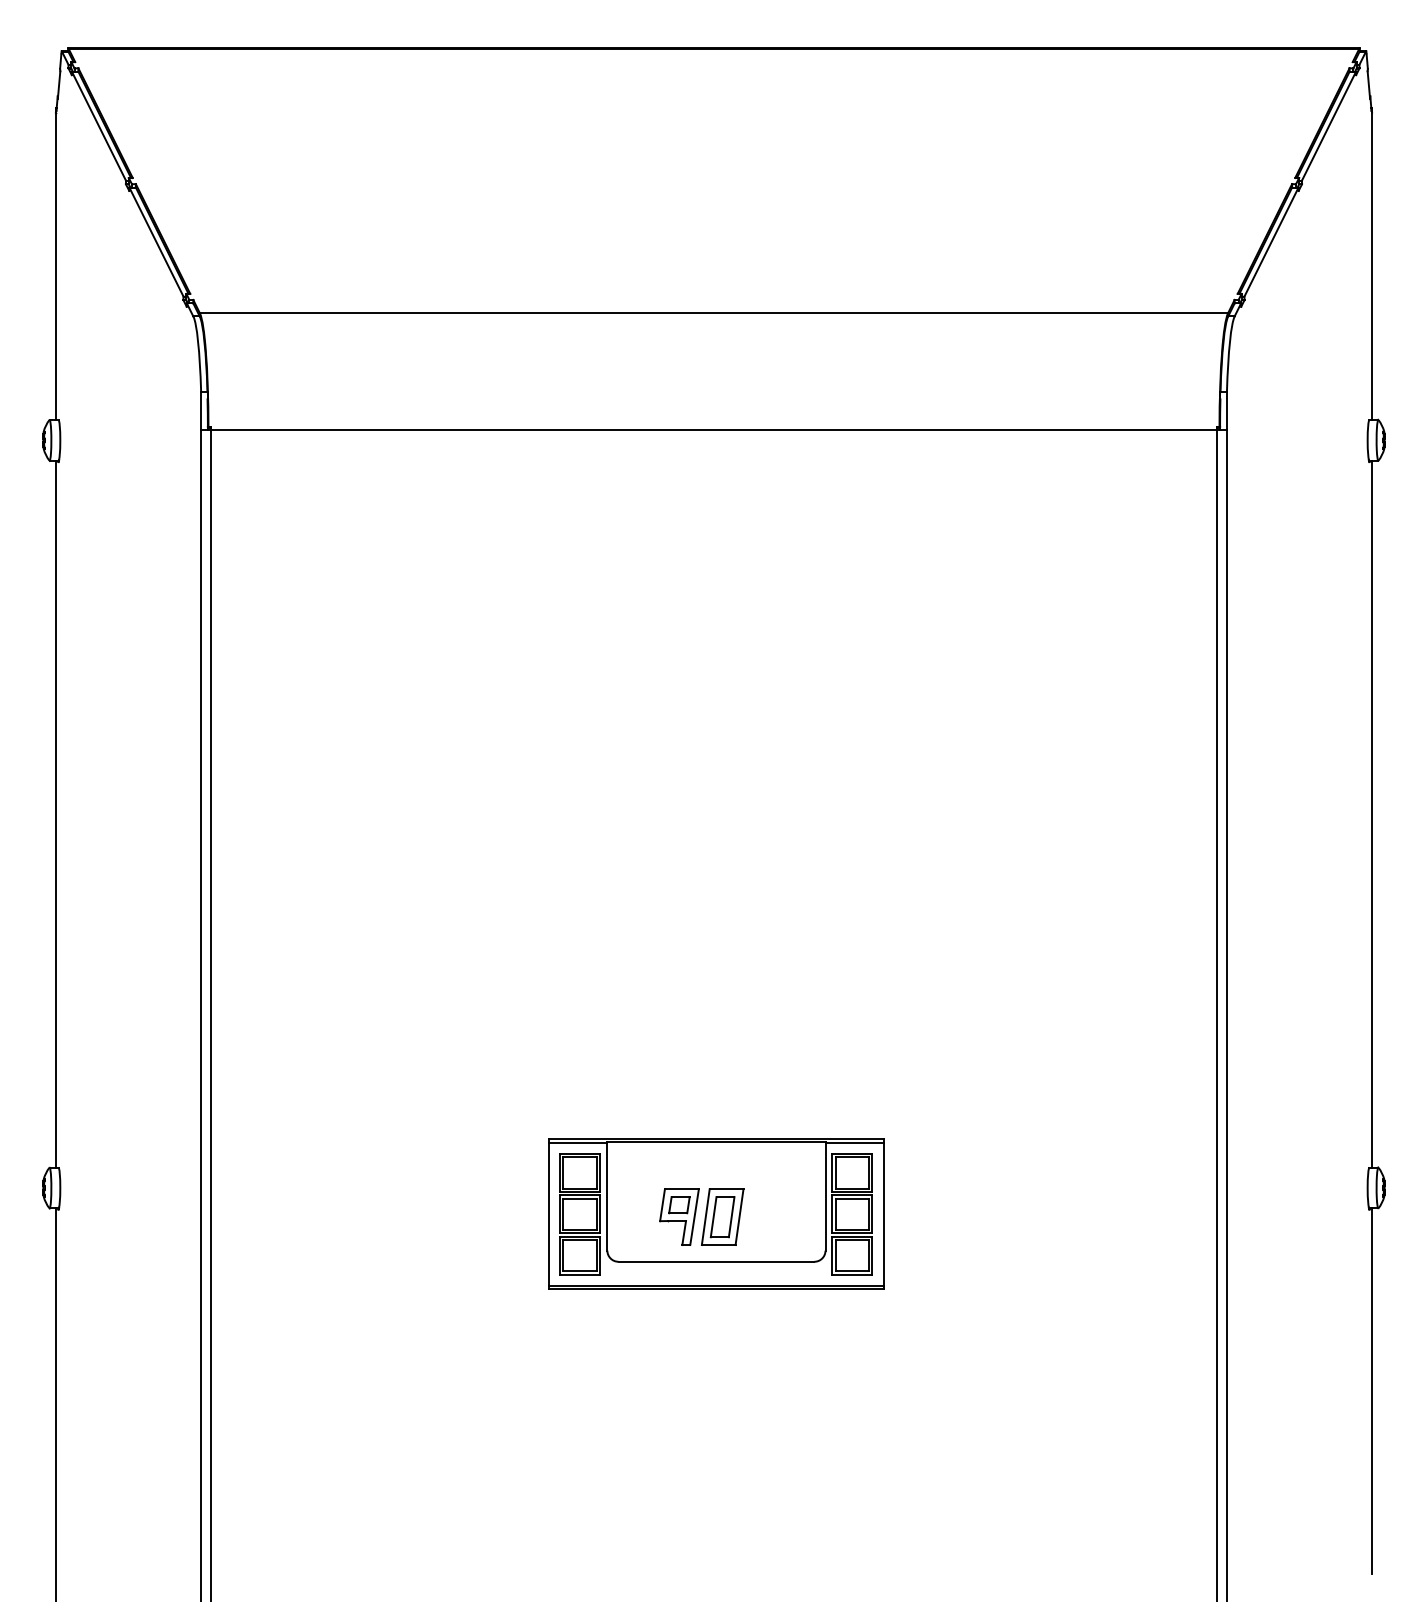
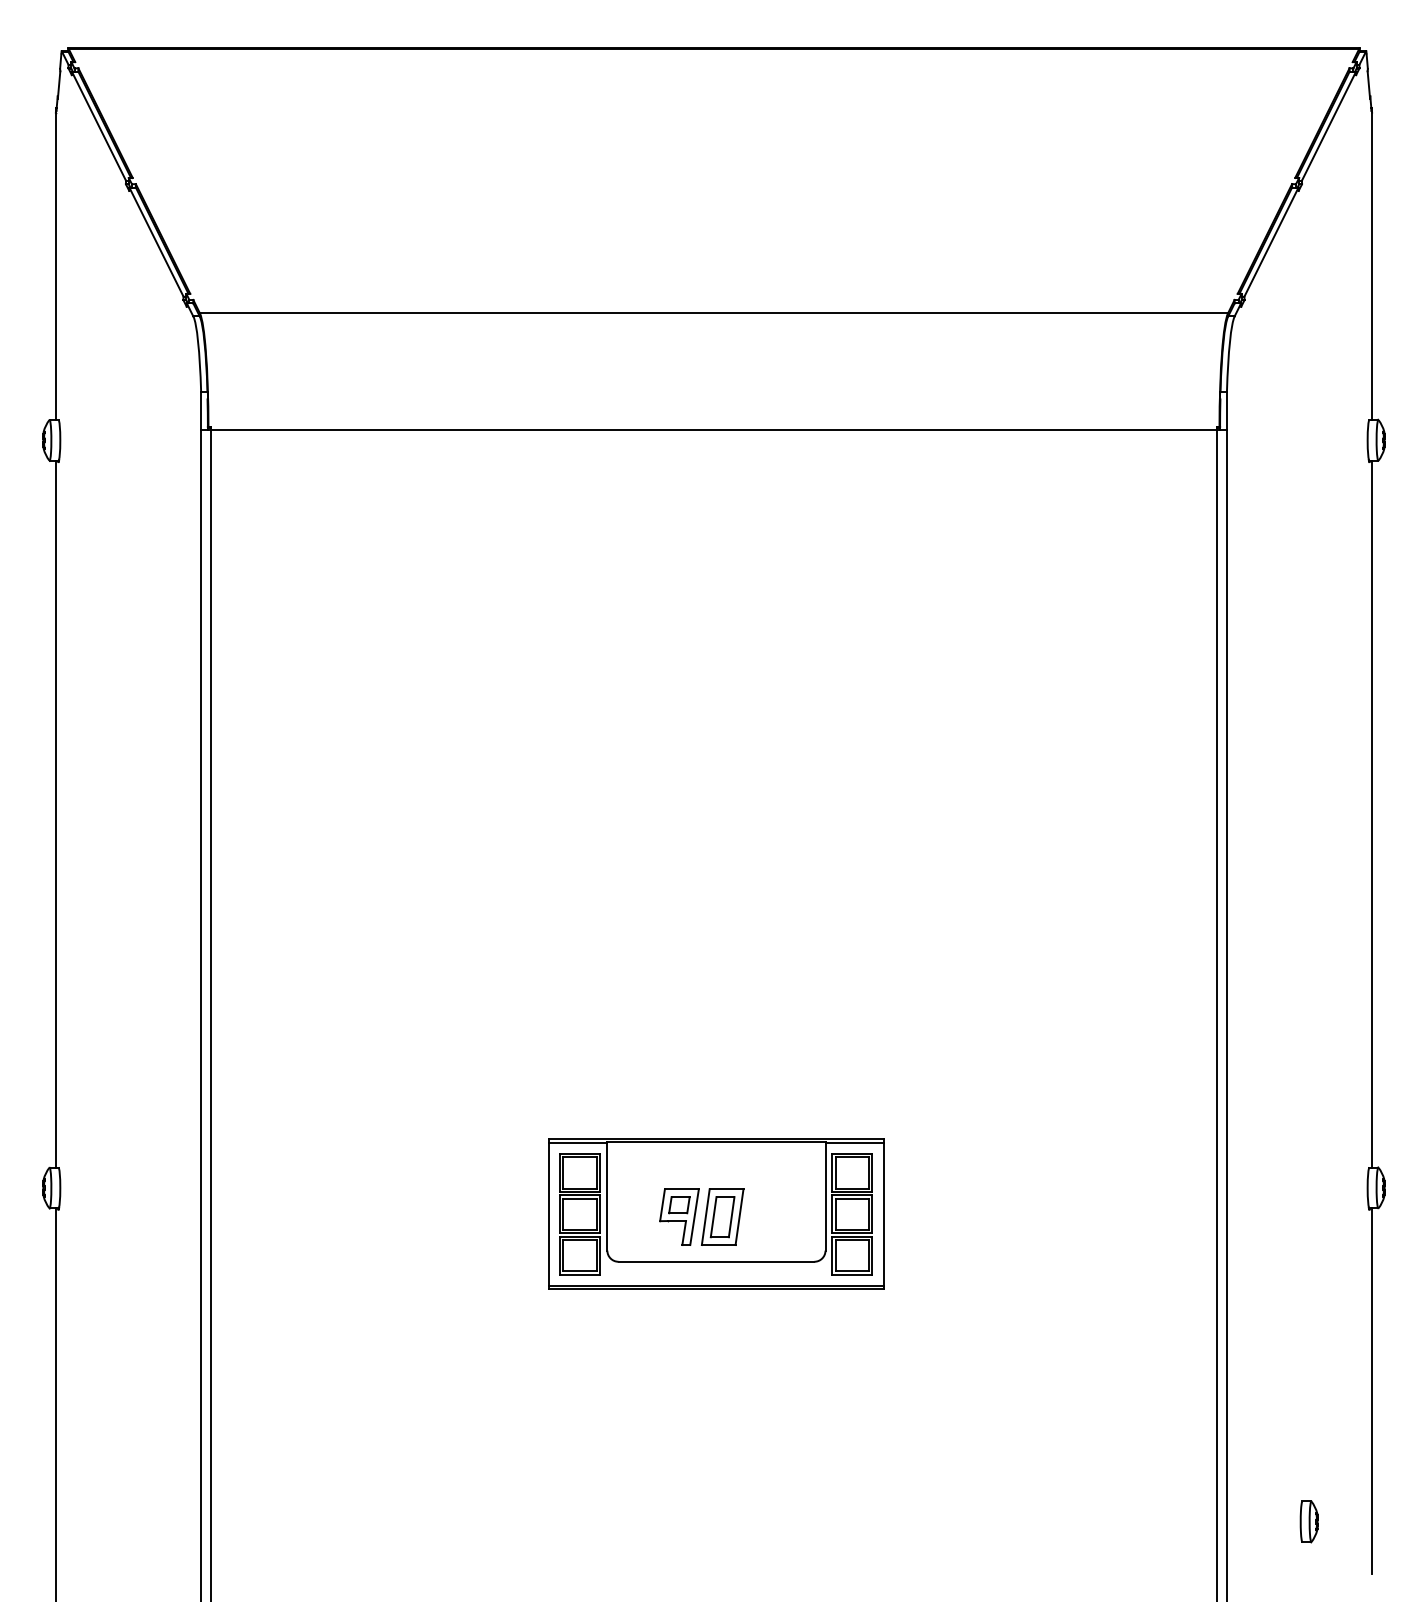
part at (1308, 1521): none -> present
